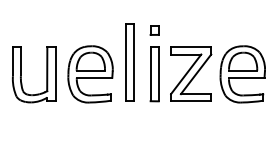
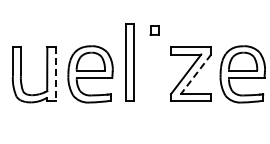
line at (55, 74): solid -> dashed
part at (154, 74): present -> none
line at (196, 74): solid -> dashed
